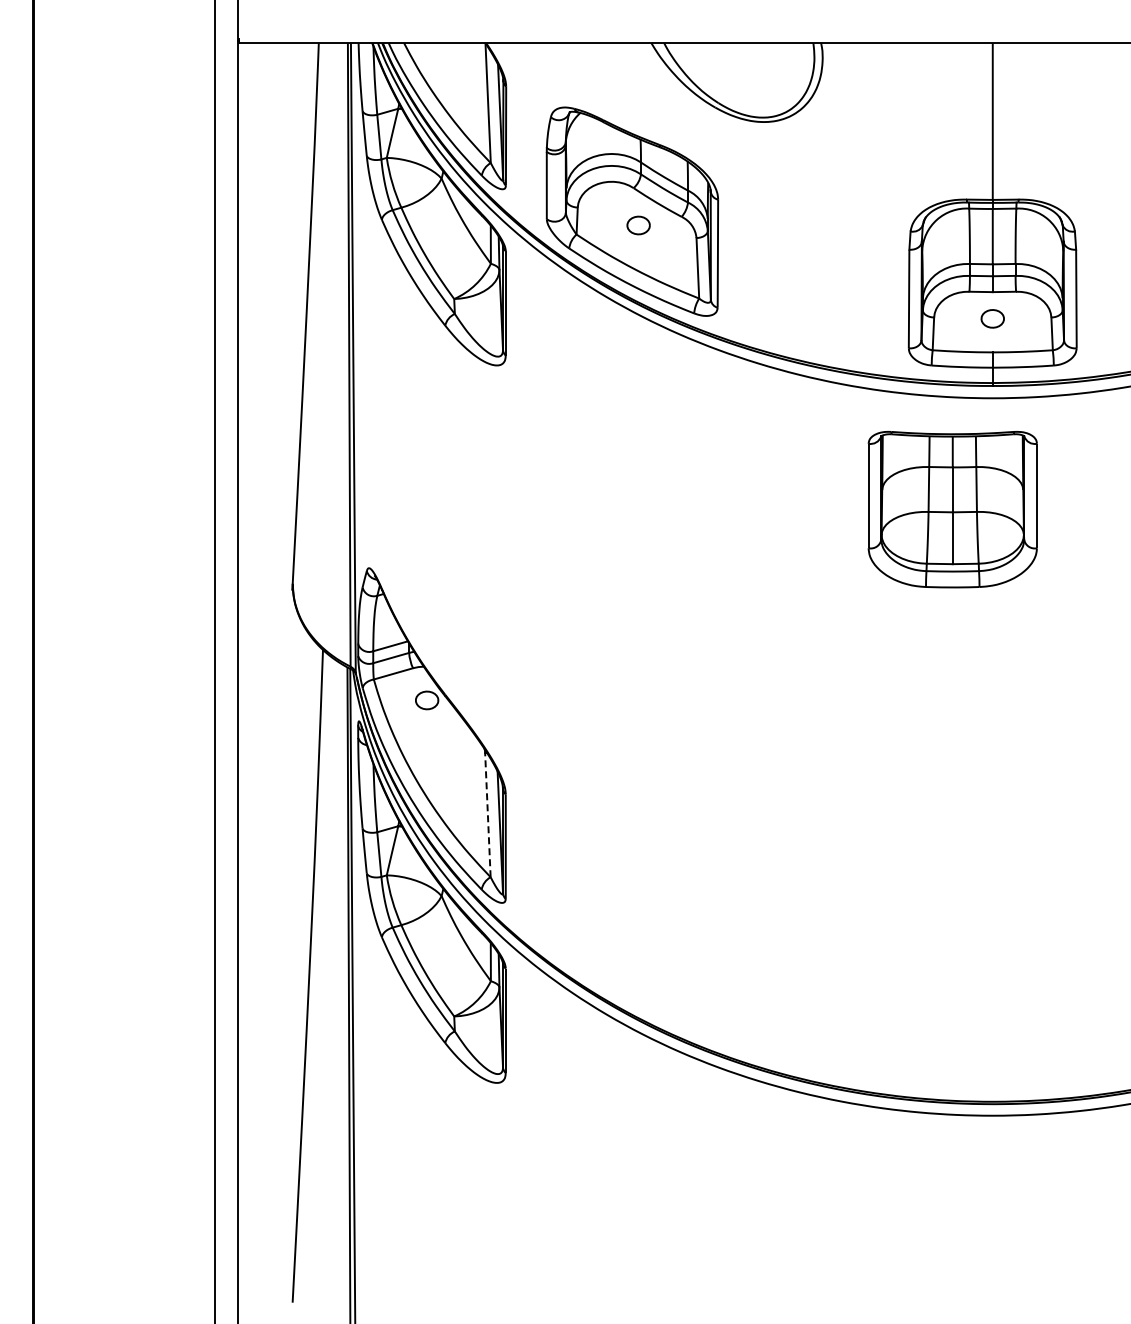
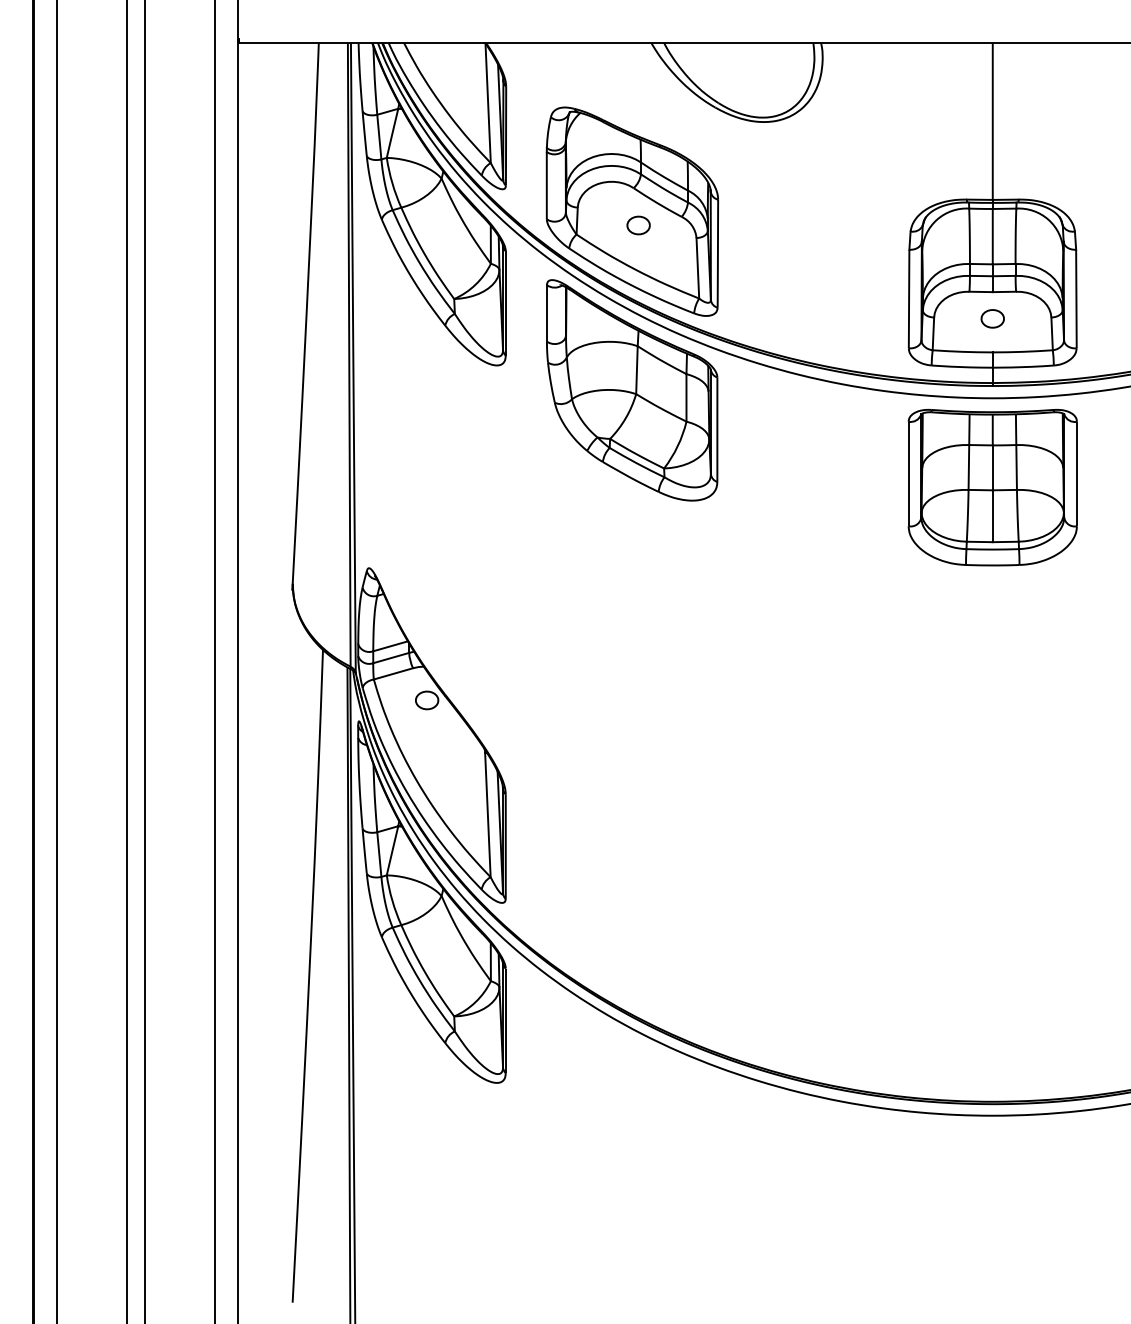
part at (632, 390): none -> present
part at (952, 509) position: (952, 509) -> (992, 487)
line at (56, 661): none -> present
line at (126, 661): none -> present
line at (144, 661): none -> present
line at (487, 814): dashed -> solid
